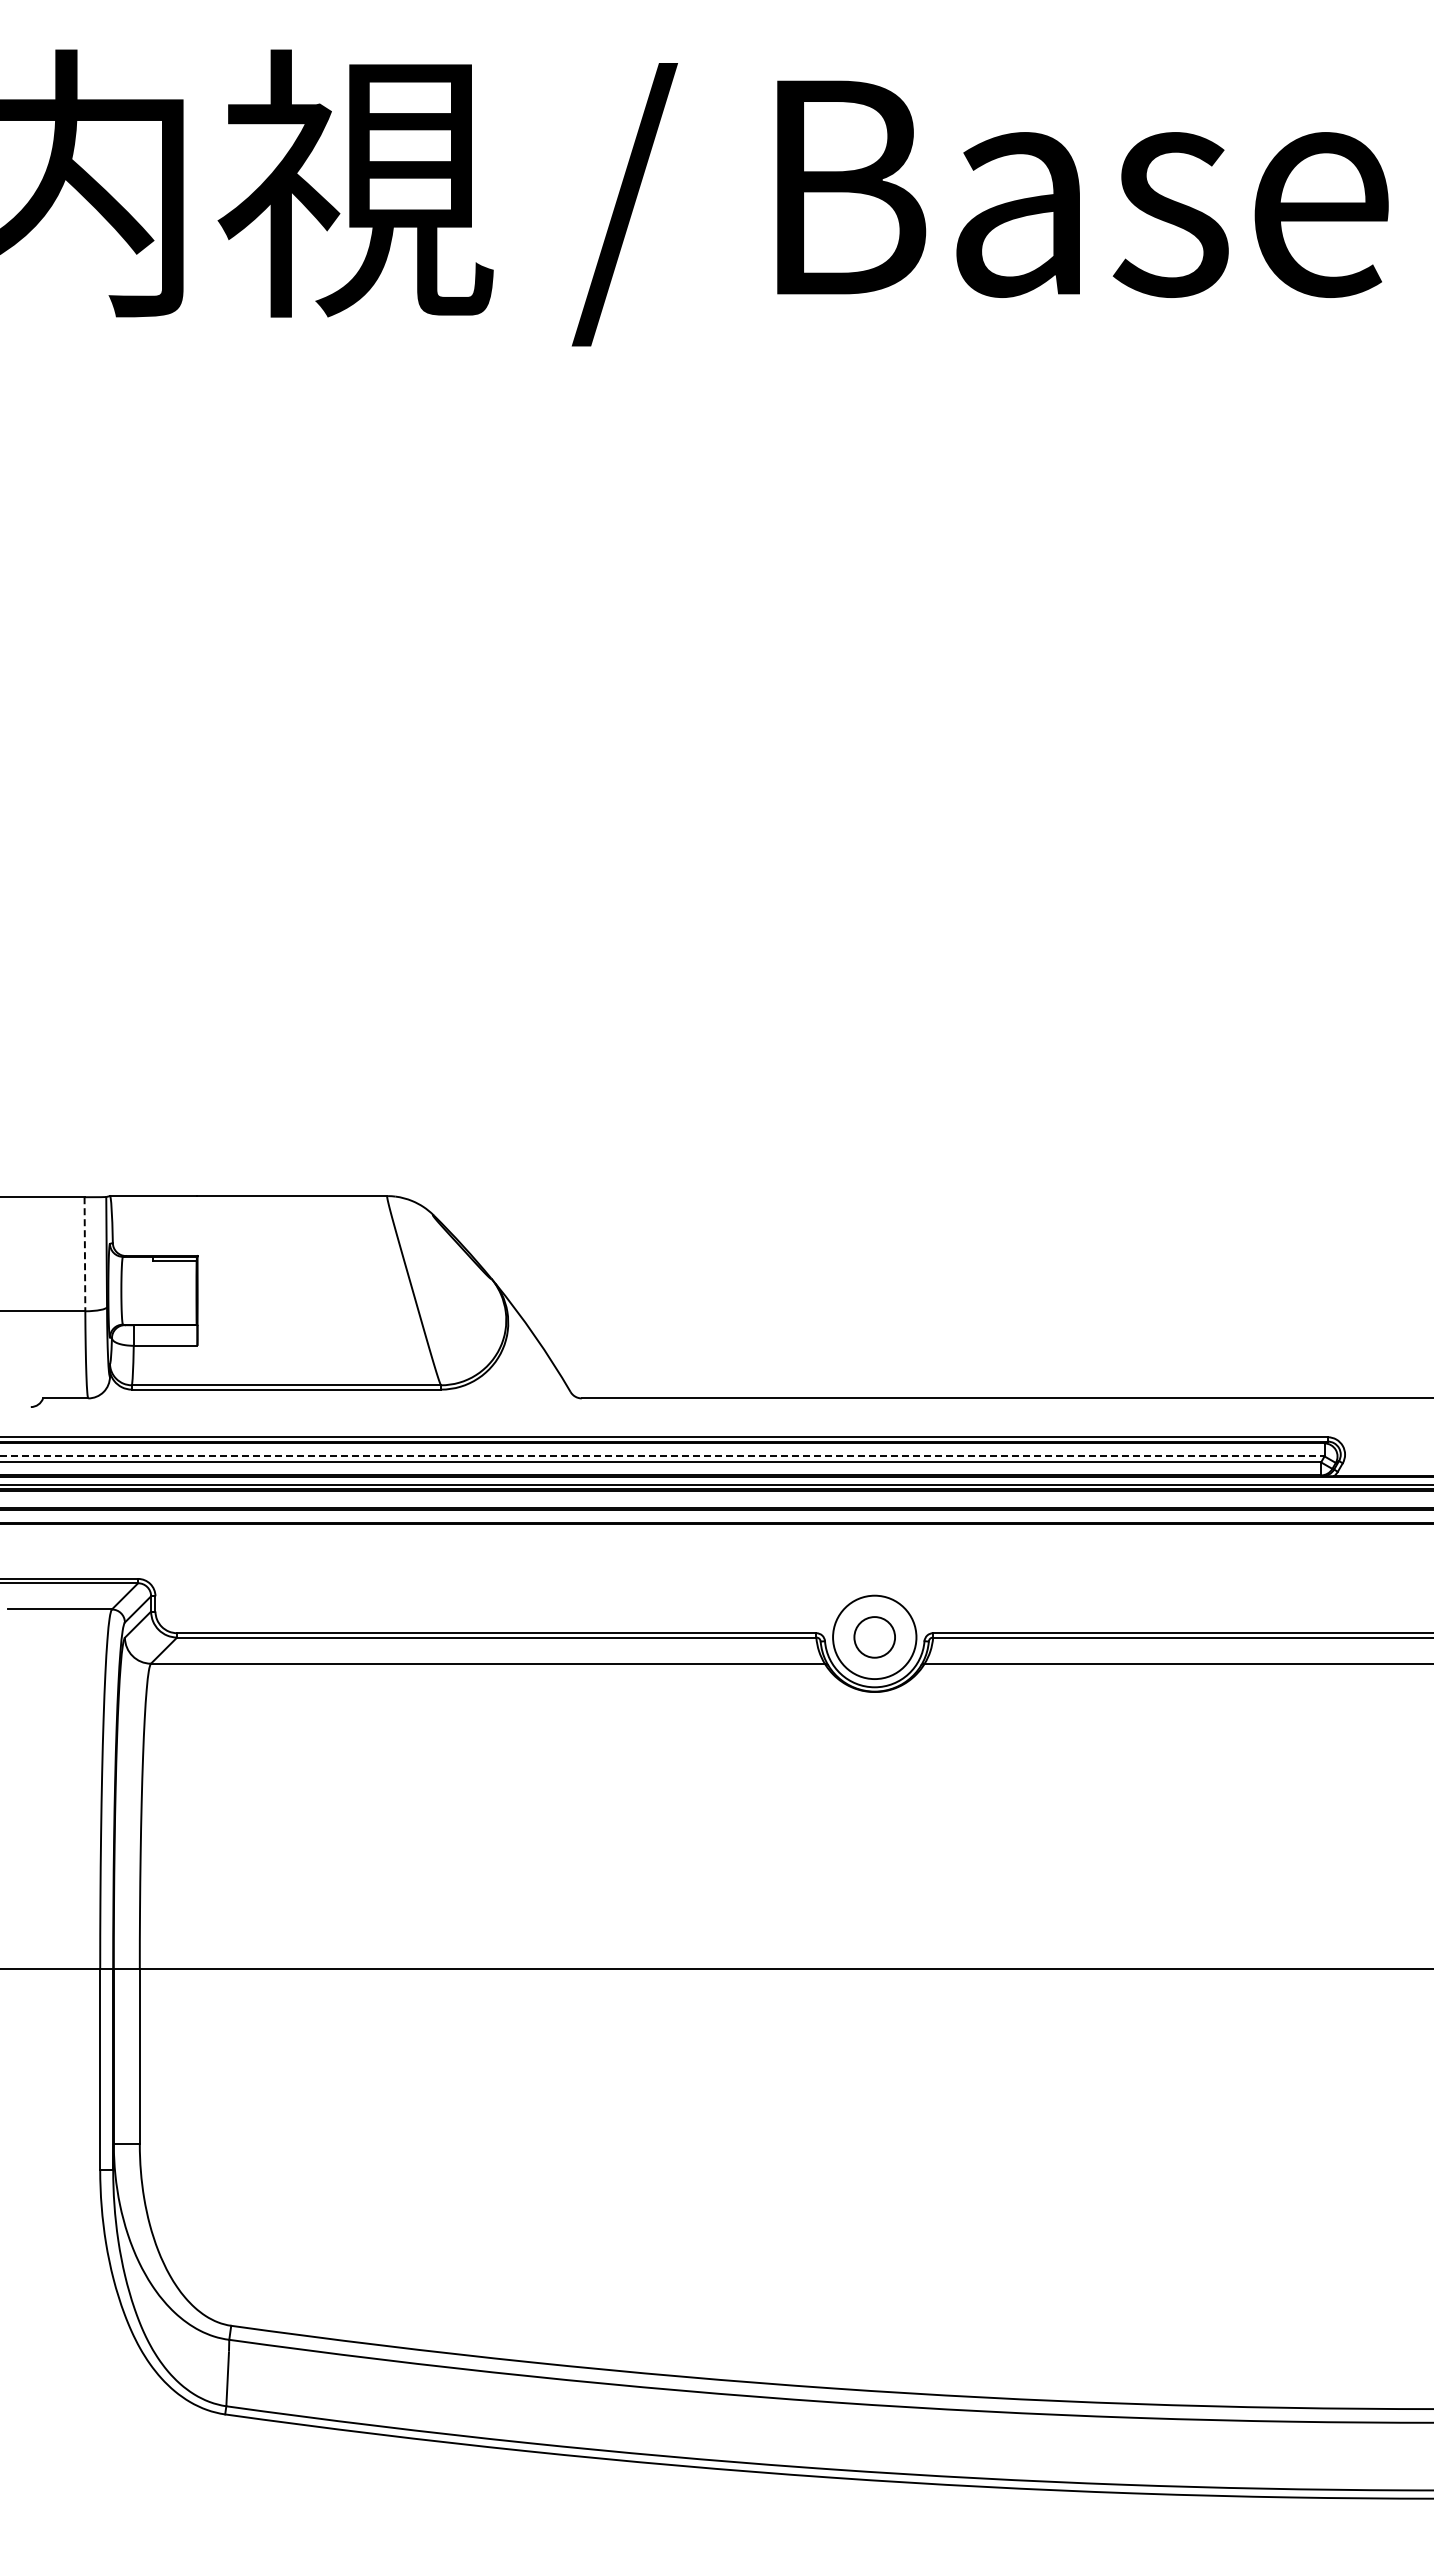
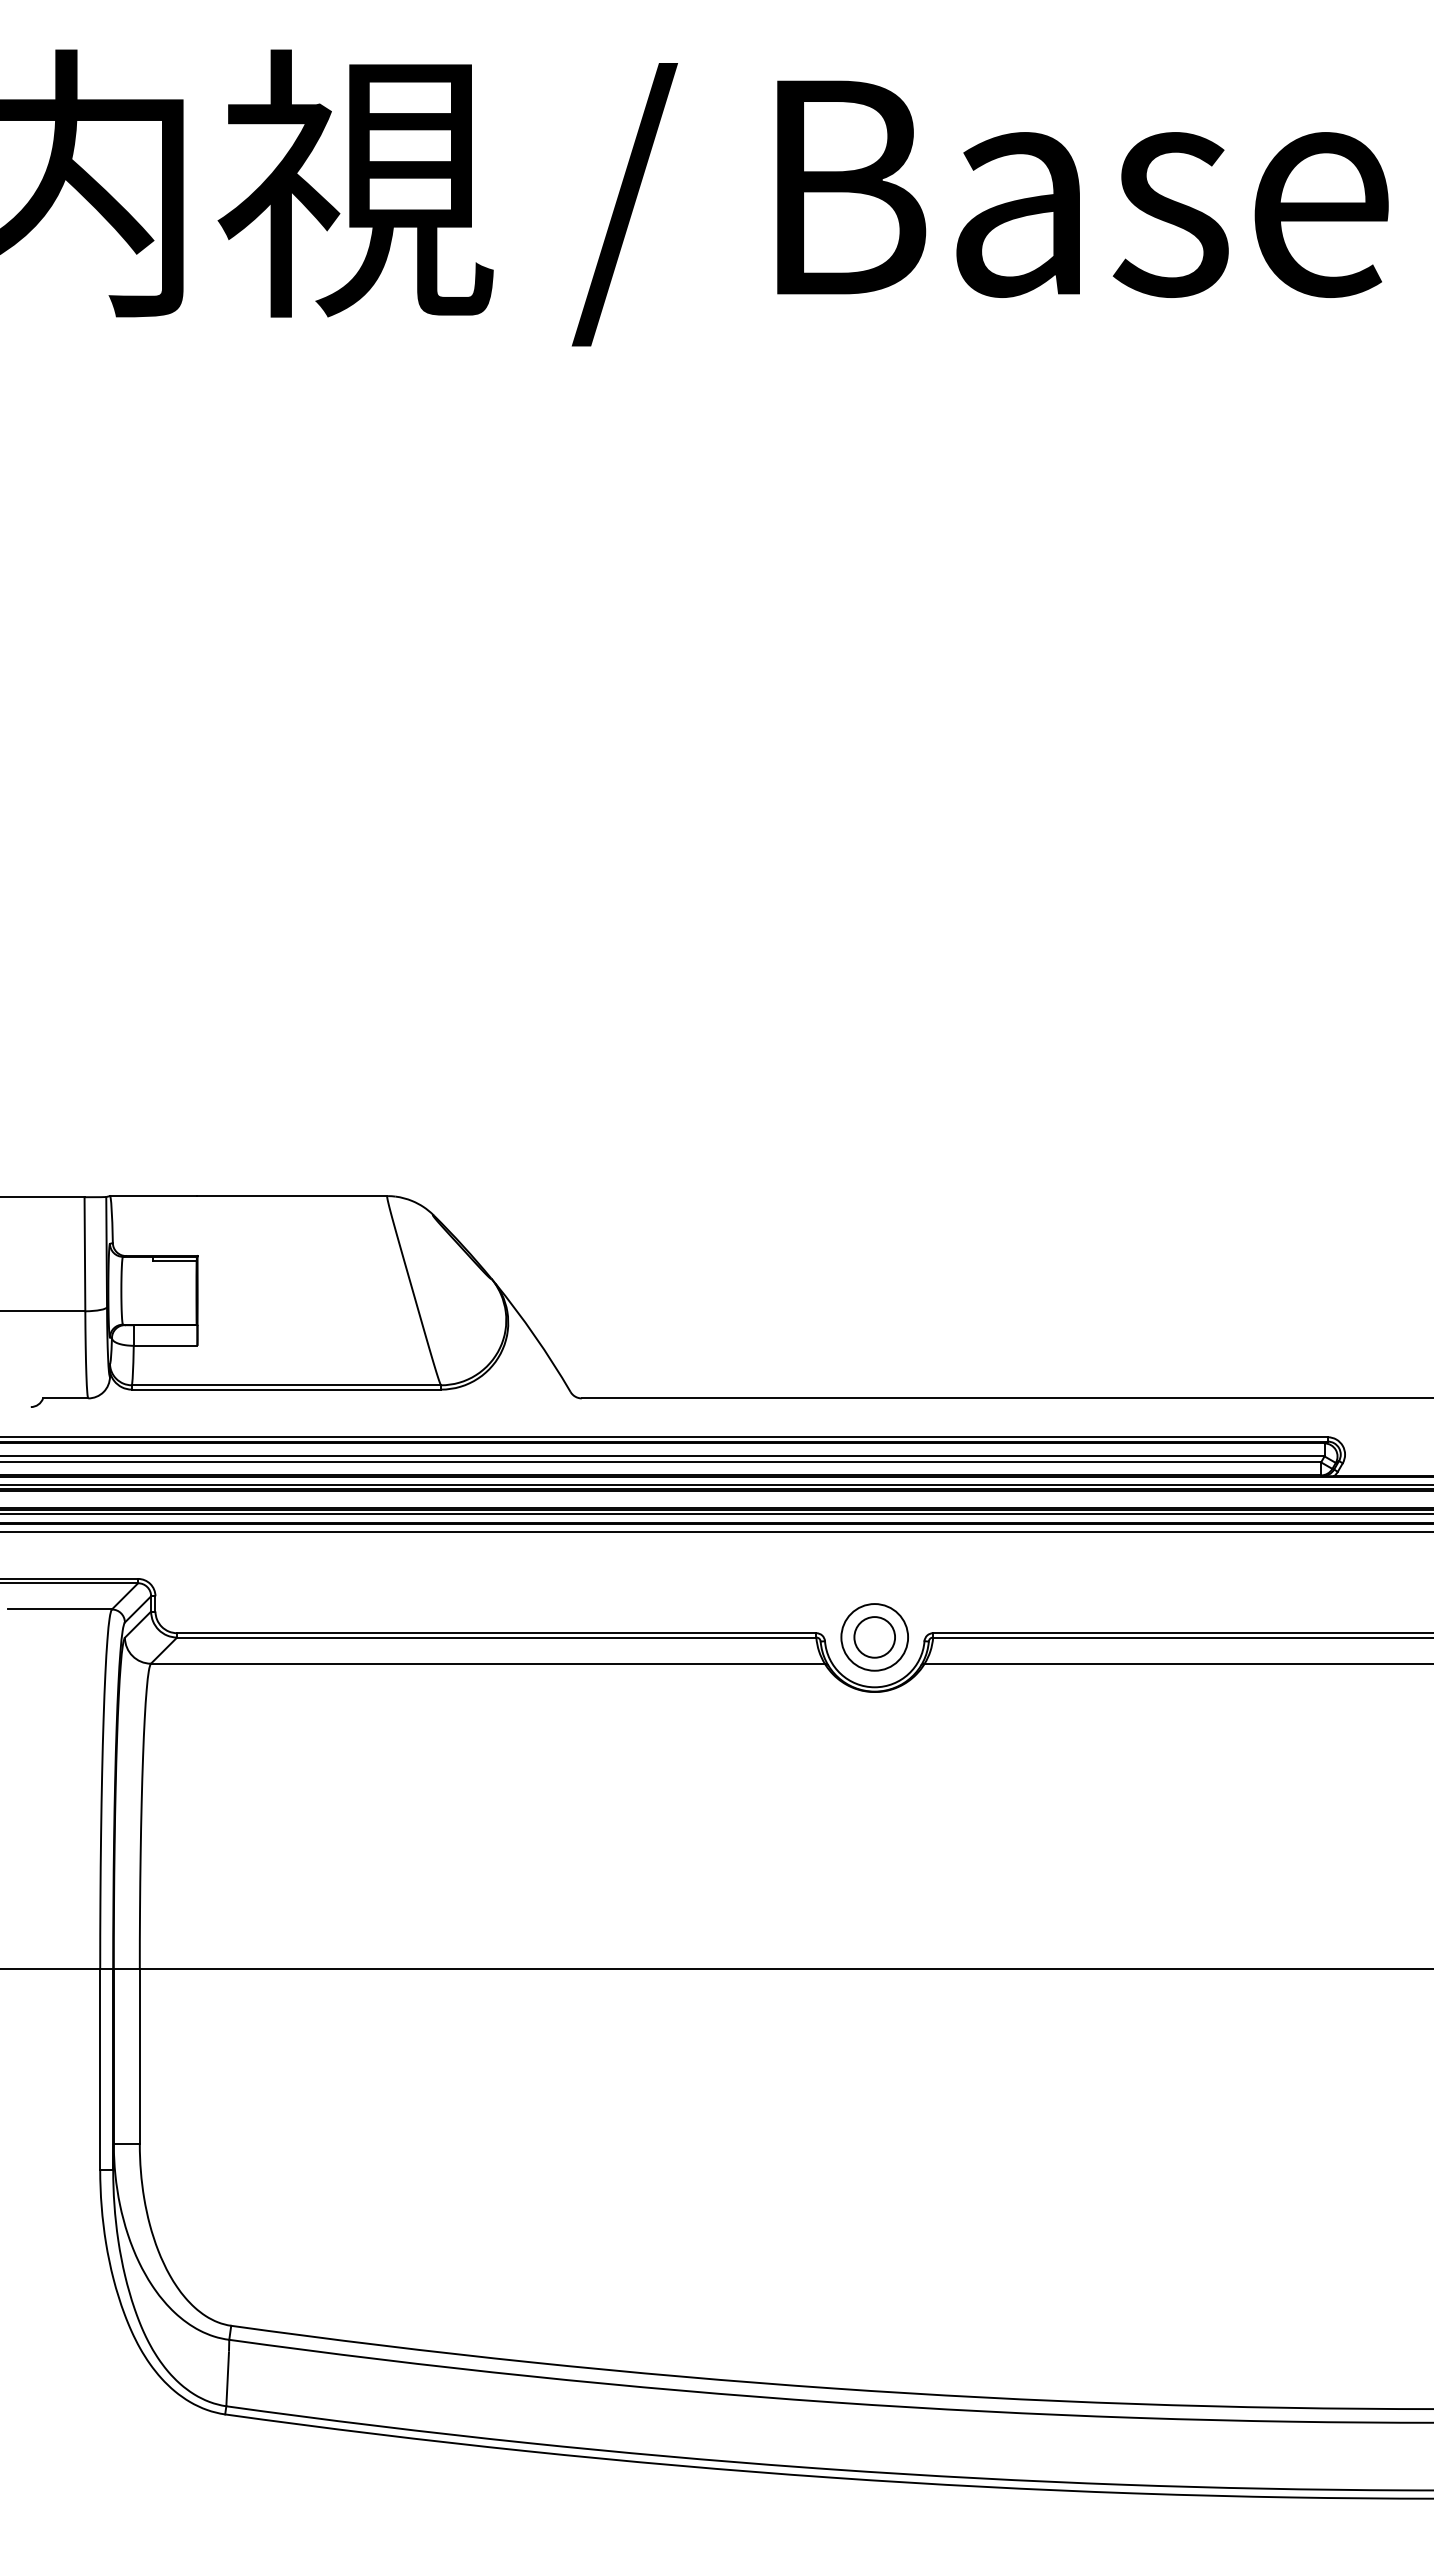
line at (84, 1254): dashed -> solid
line at (662, 1456): dashed -> solid
line at (716, 1513): none -> present
line at (716, 1532): none -> present
circle at (874, 1637) diameter: 83 px -> 67 px
